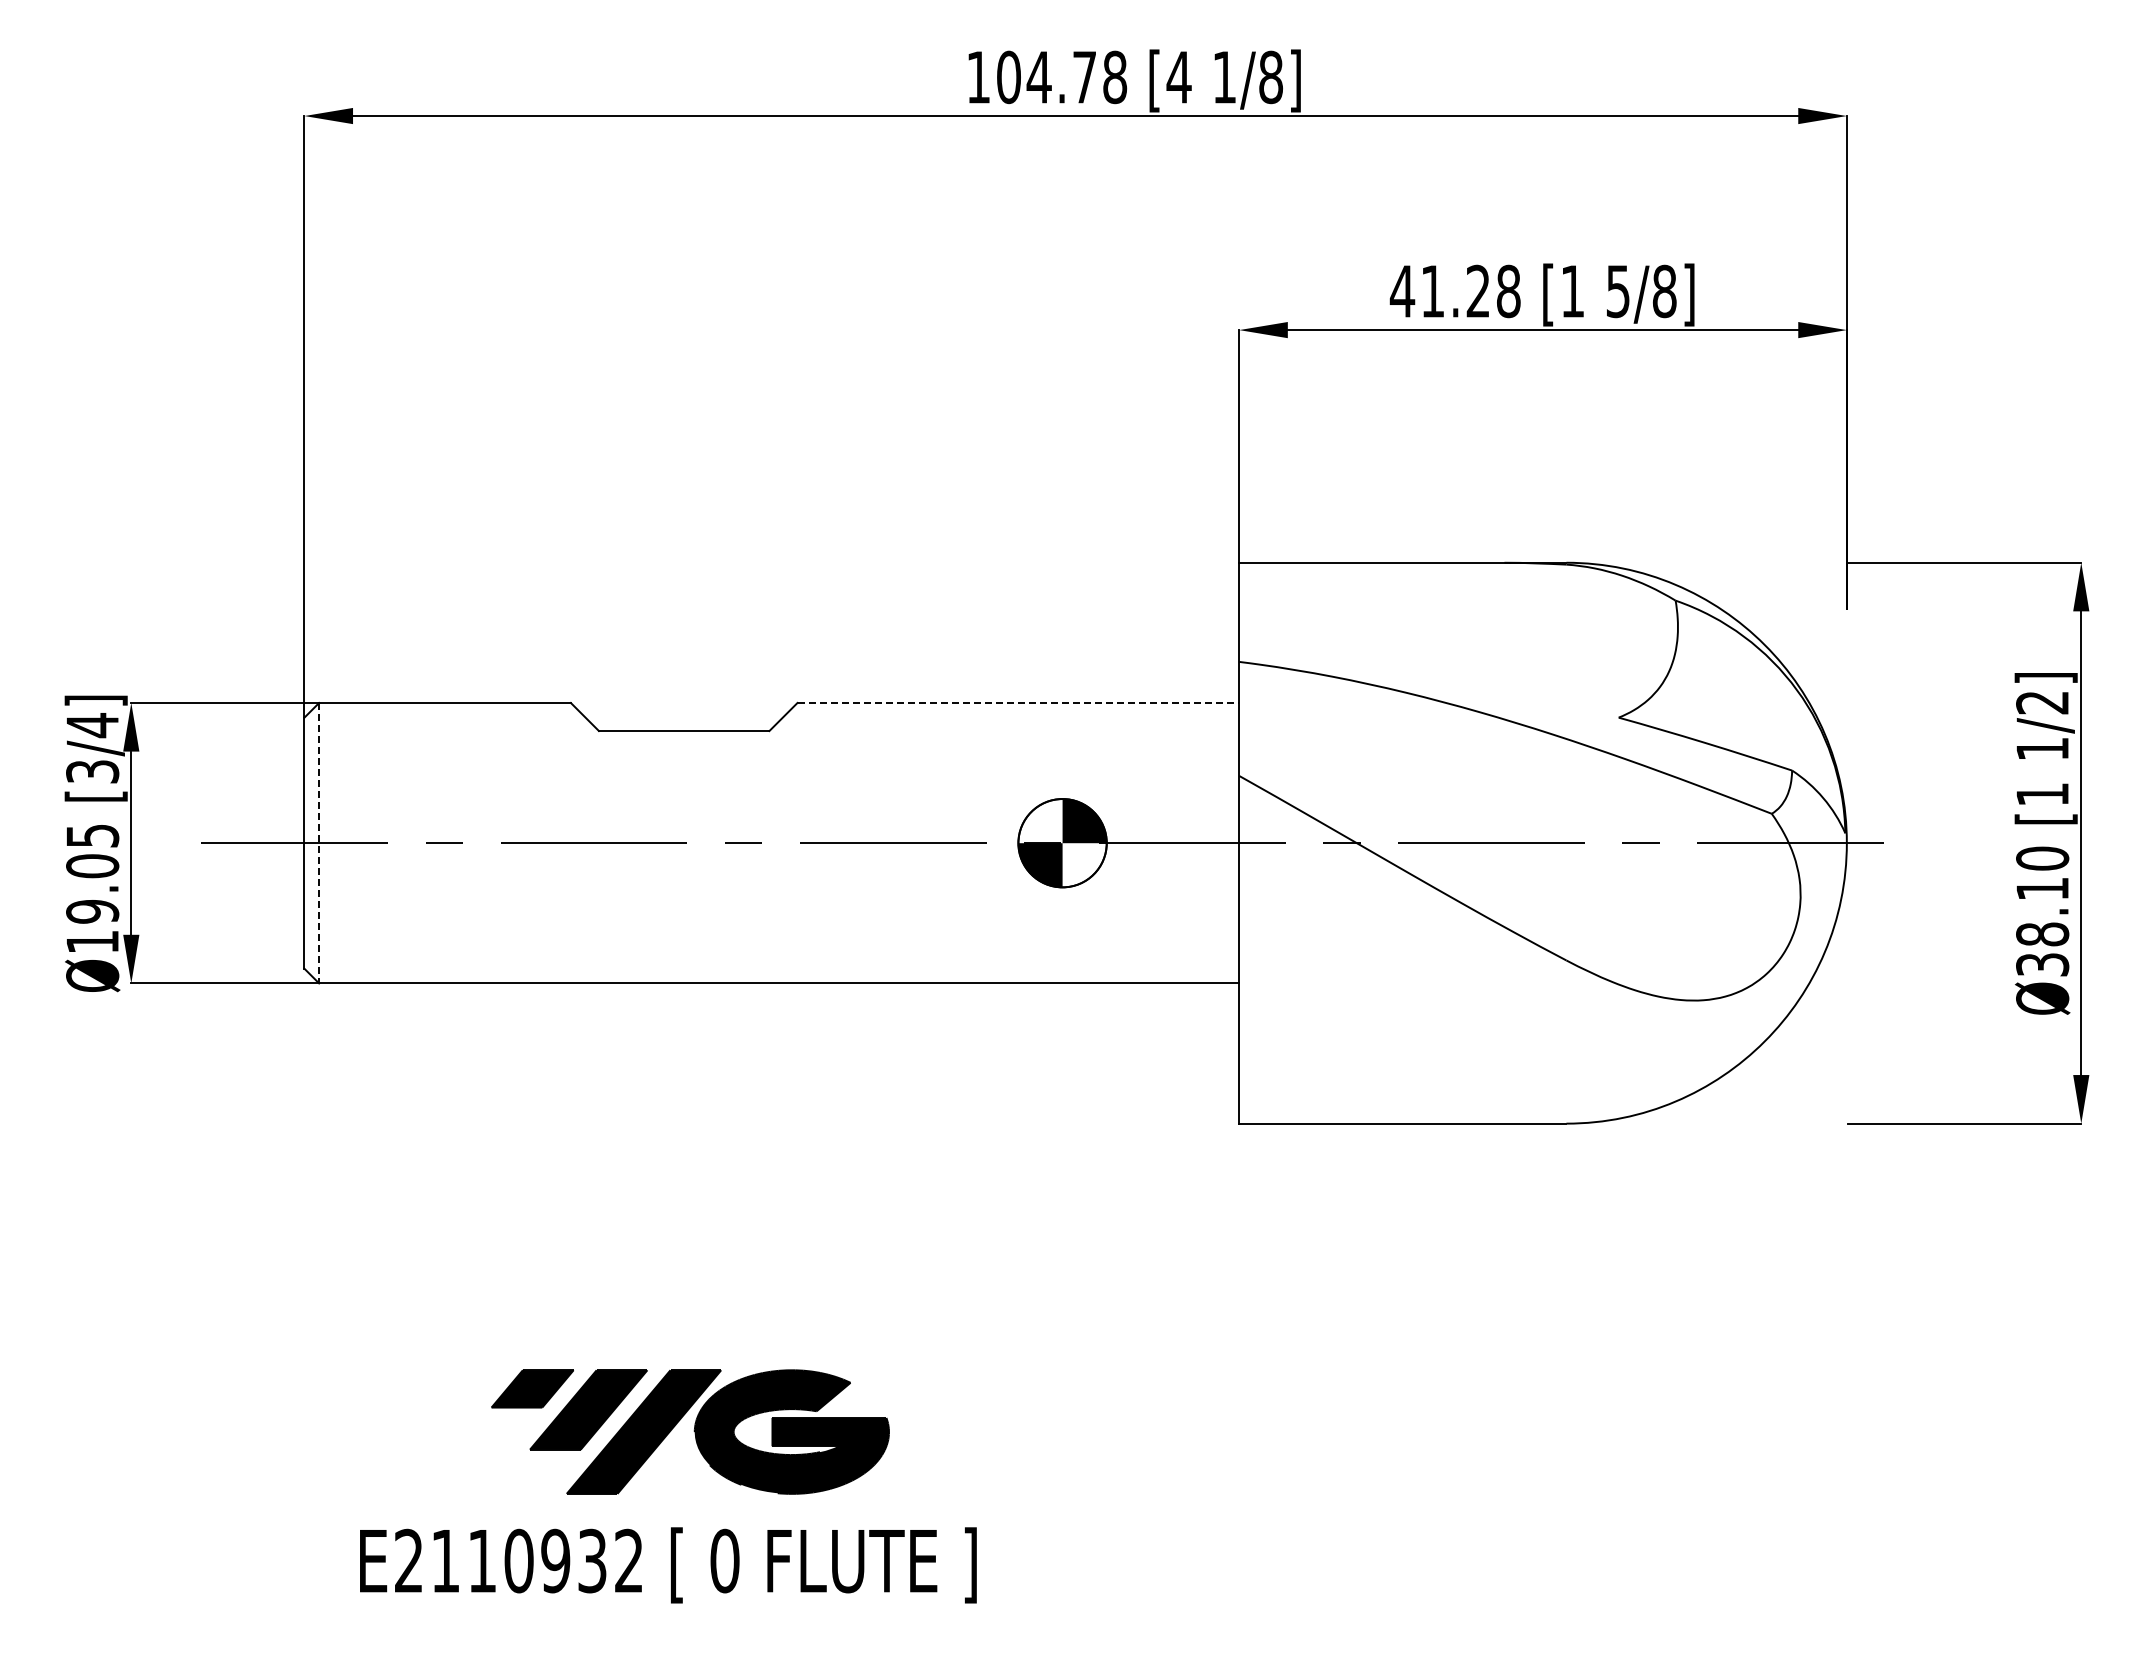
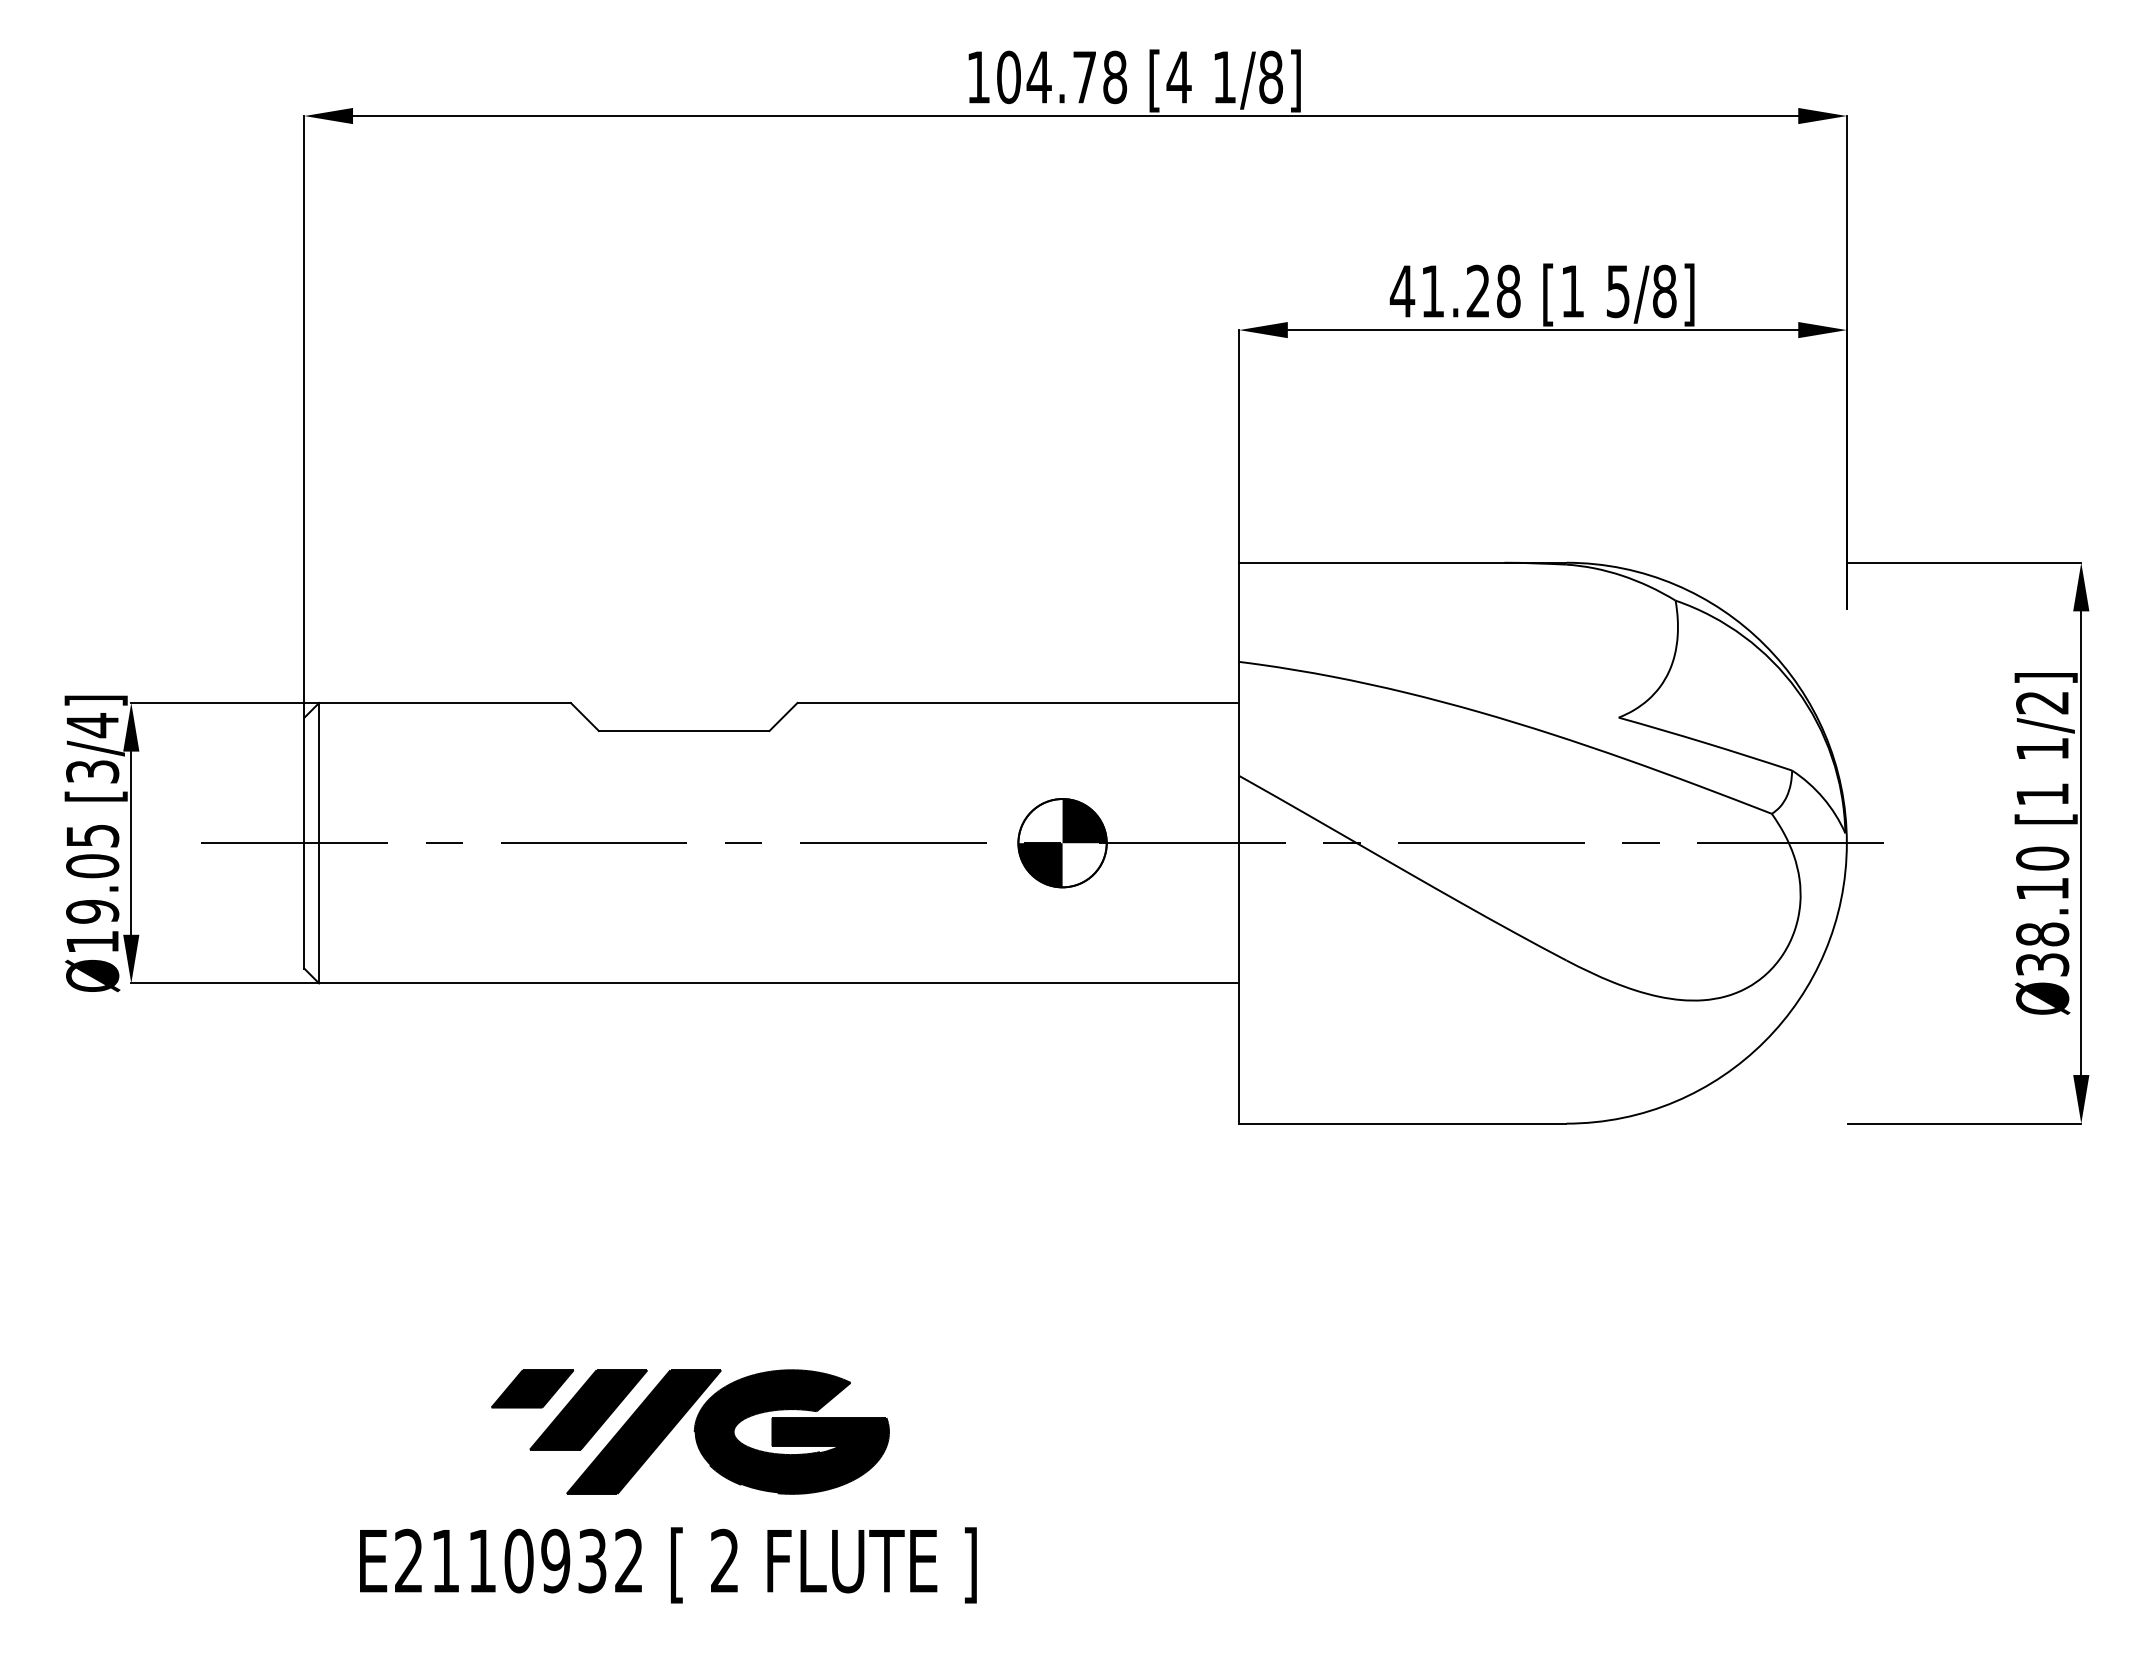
line at (1018, 702): dashed -> solid
line at (319, 843): dashed -> solid
text at (724, 1560): 0 -> 2
